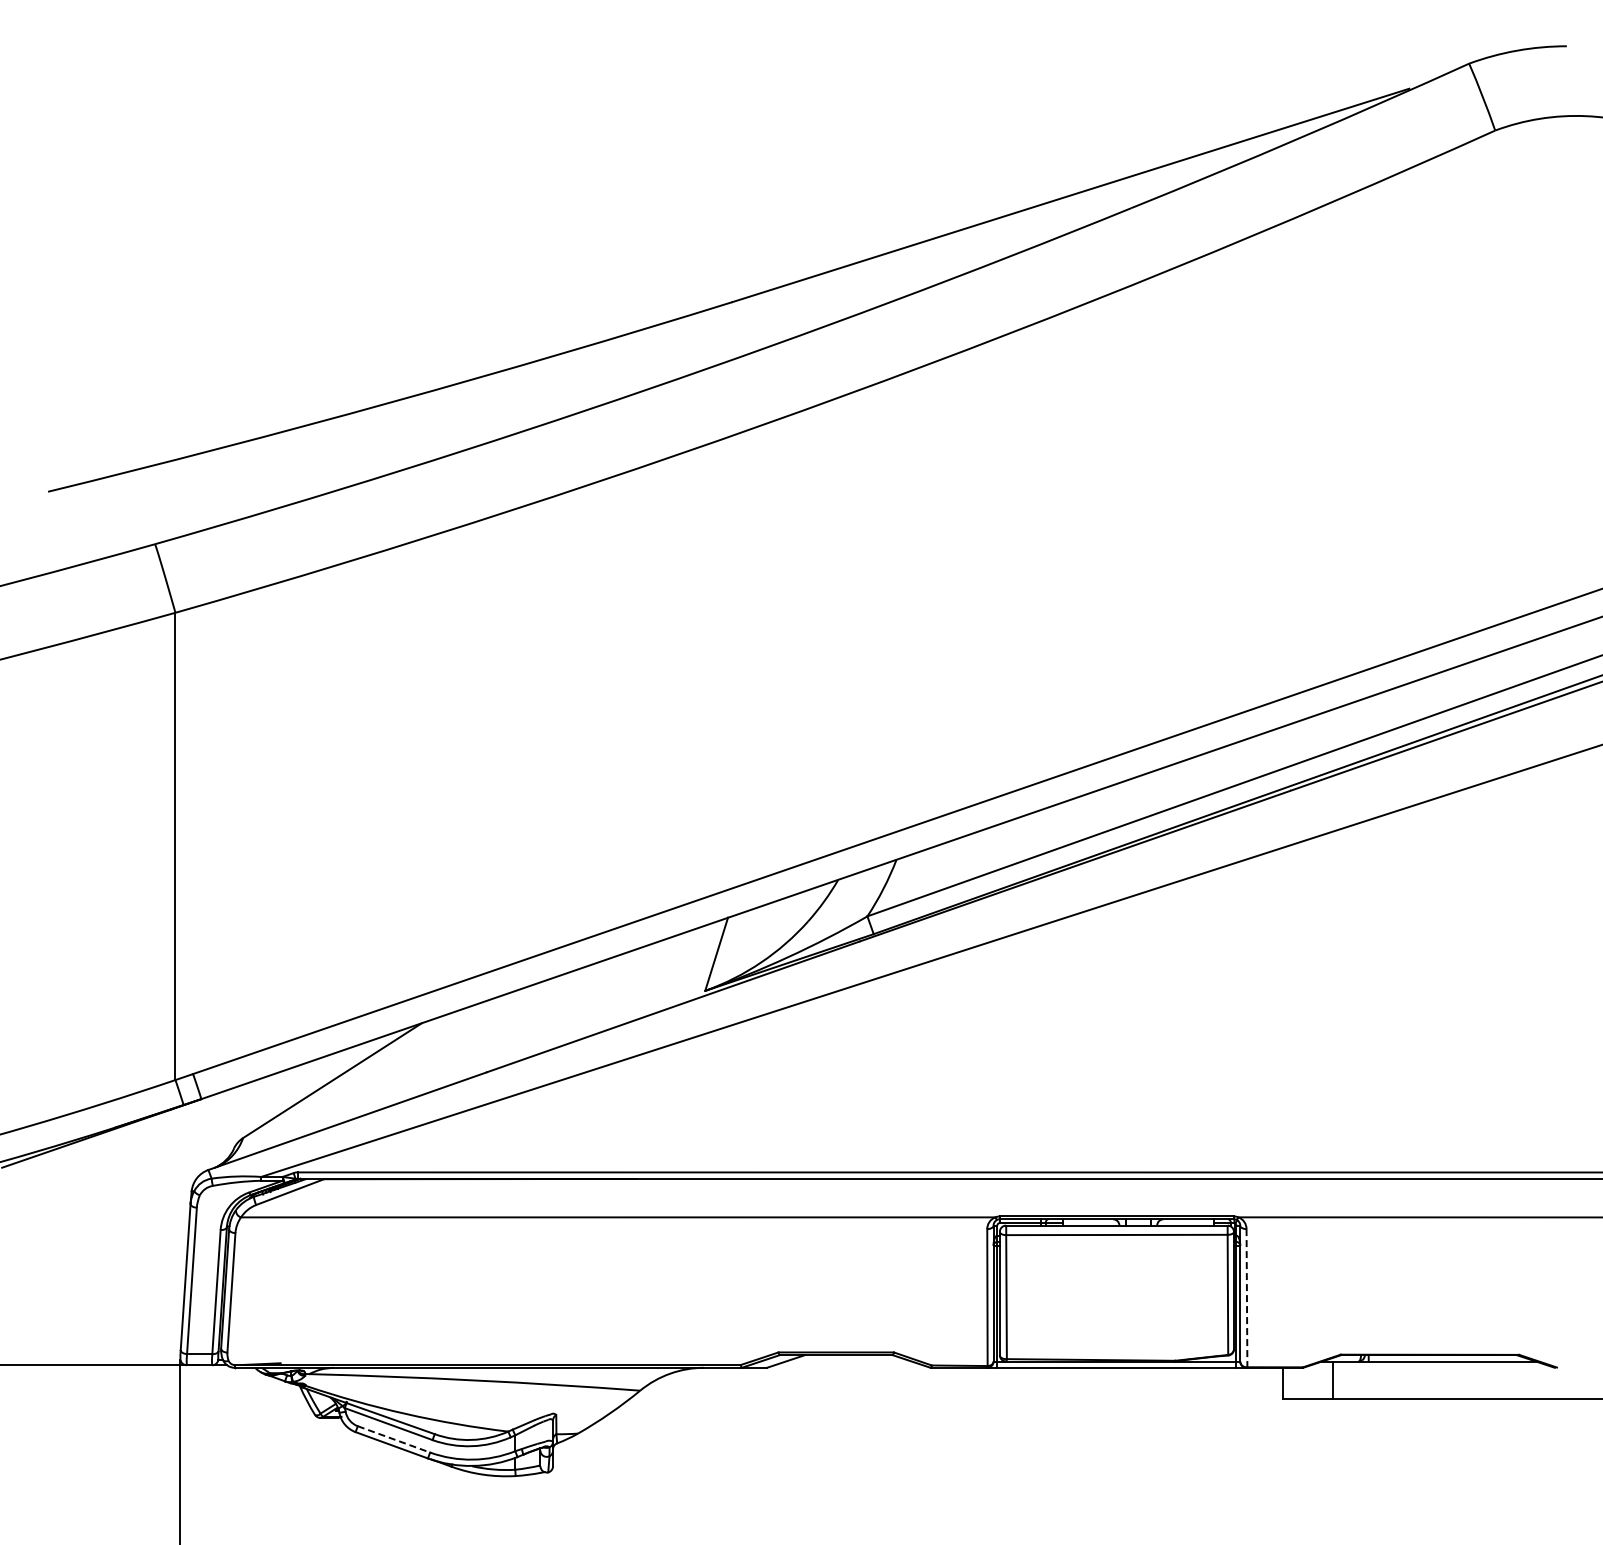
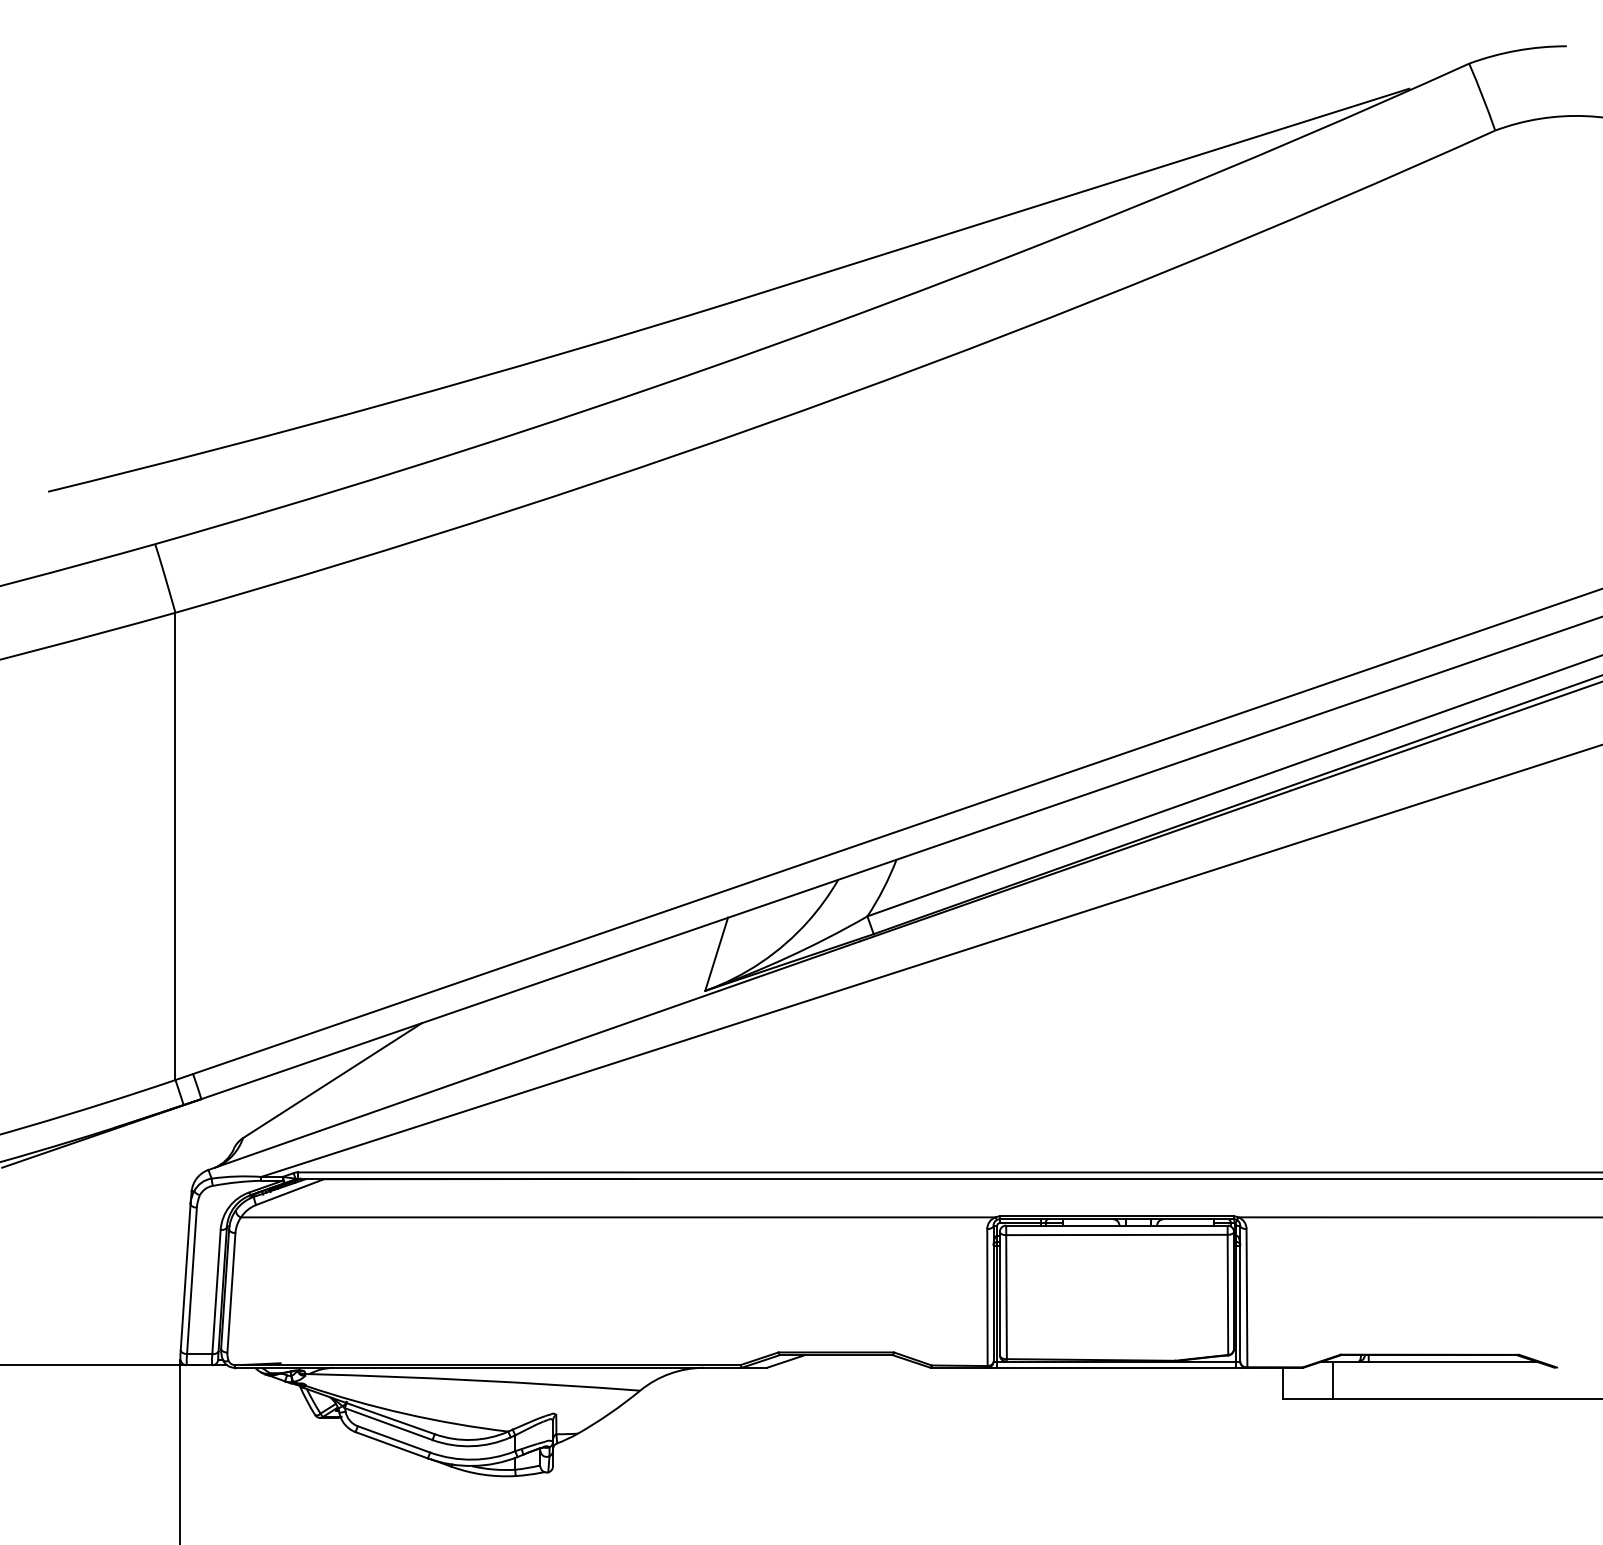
line at (1246, 1298): dashed -> solid
line at (394, 1439): dashed -> solid
